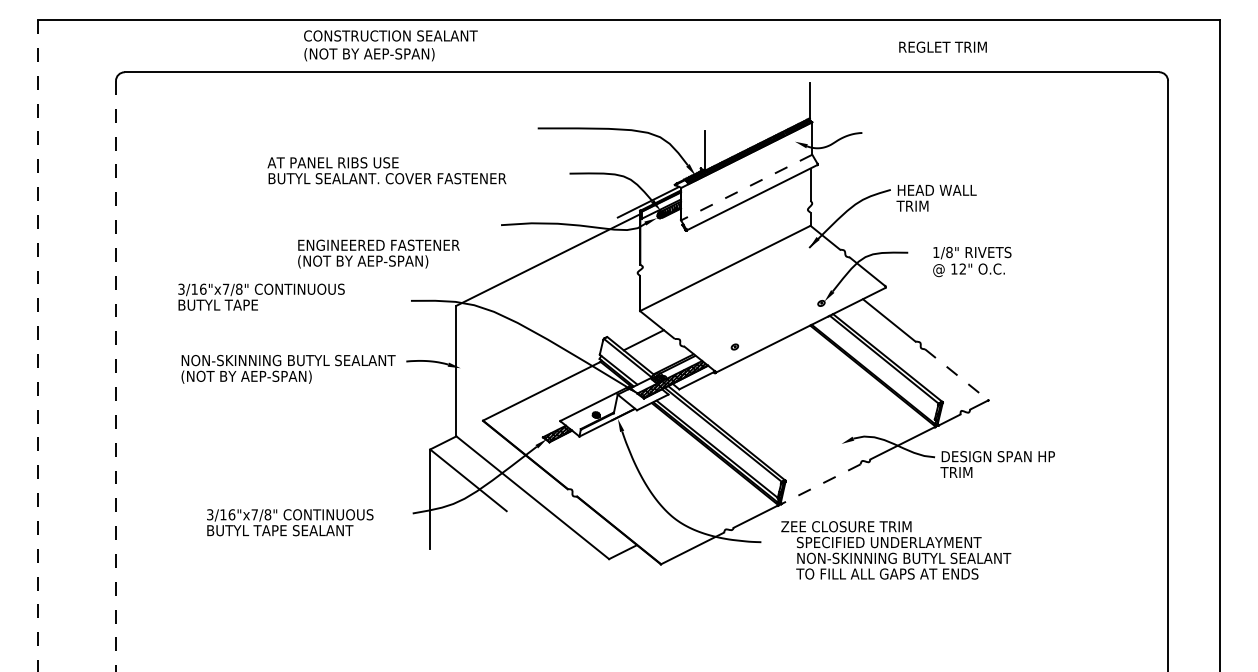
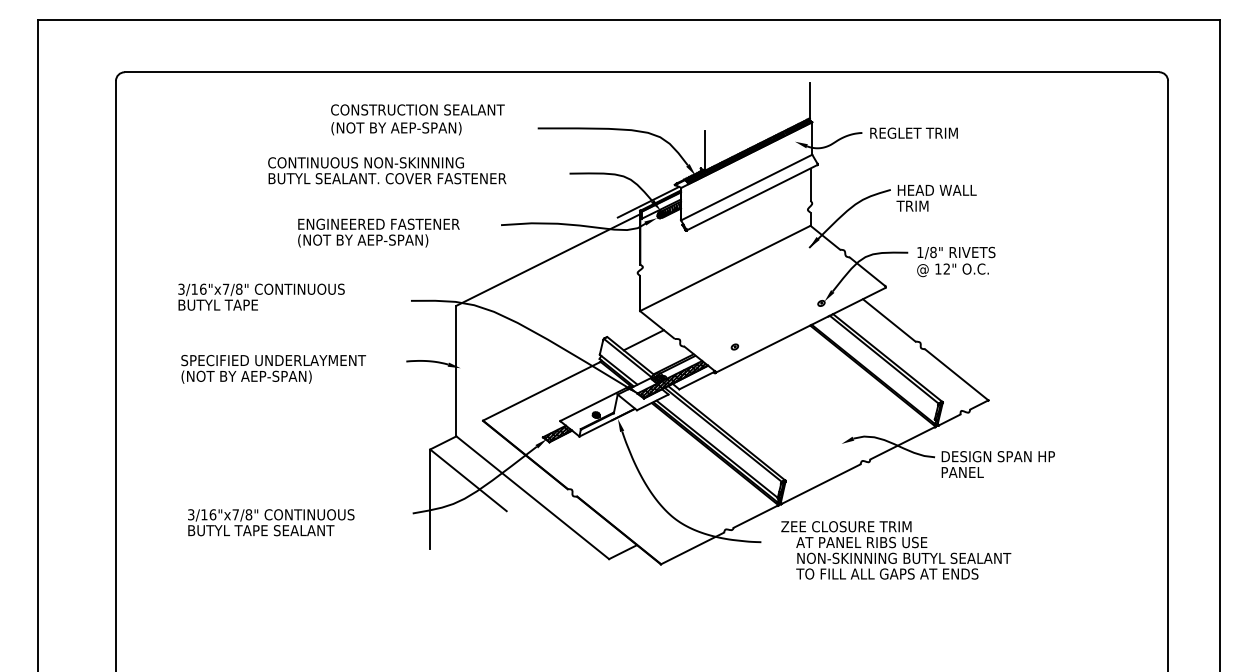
text at (390, 45) position: (390, 45) -> (417, 119)
text at (942, 46) position: (942, 46) -> (913, 132)
text at (365, 162): AT PANEL RIBS USE -> CONTINUOUS NON-SKINNING
line at (746, 187): dashed -> solid
text at (378, 253) position: (378, 253) -> (378, 232)
text at (972, 261) position: (972, 261) -> (956, 261)
line at (37, 345): dashed -> solid
text at (288, 360): NON-SKINNING BUTYL SEALANT -> SPECIFIED UNDERLAYMENT
line at (956, 374): dashed -> solid
line at (115, 376): dashed -> solid
text at (961, 472): TRIM -> PANEL
line at (820, 484): dashed -> solid
text at (290, 522) position: (290, 522) -> (271, 522)
text at (888, 542): SPECIFIED UNDERLAYMENT -> AT PANEL RIBS USE
